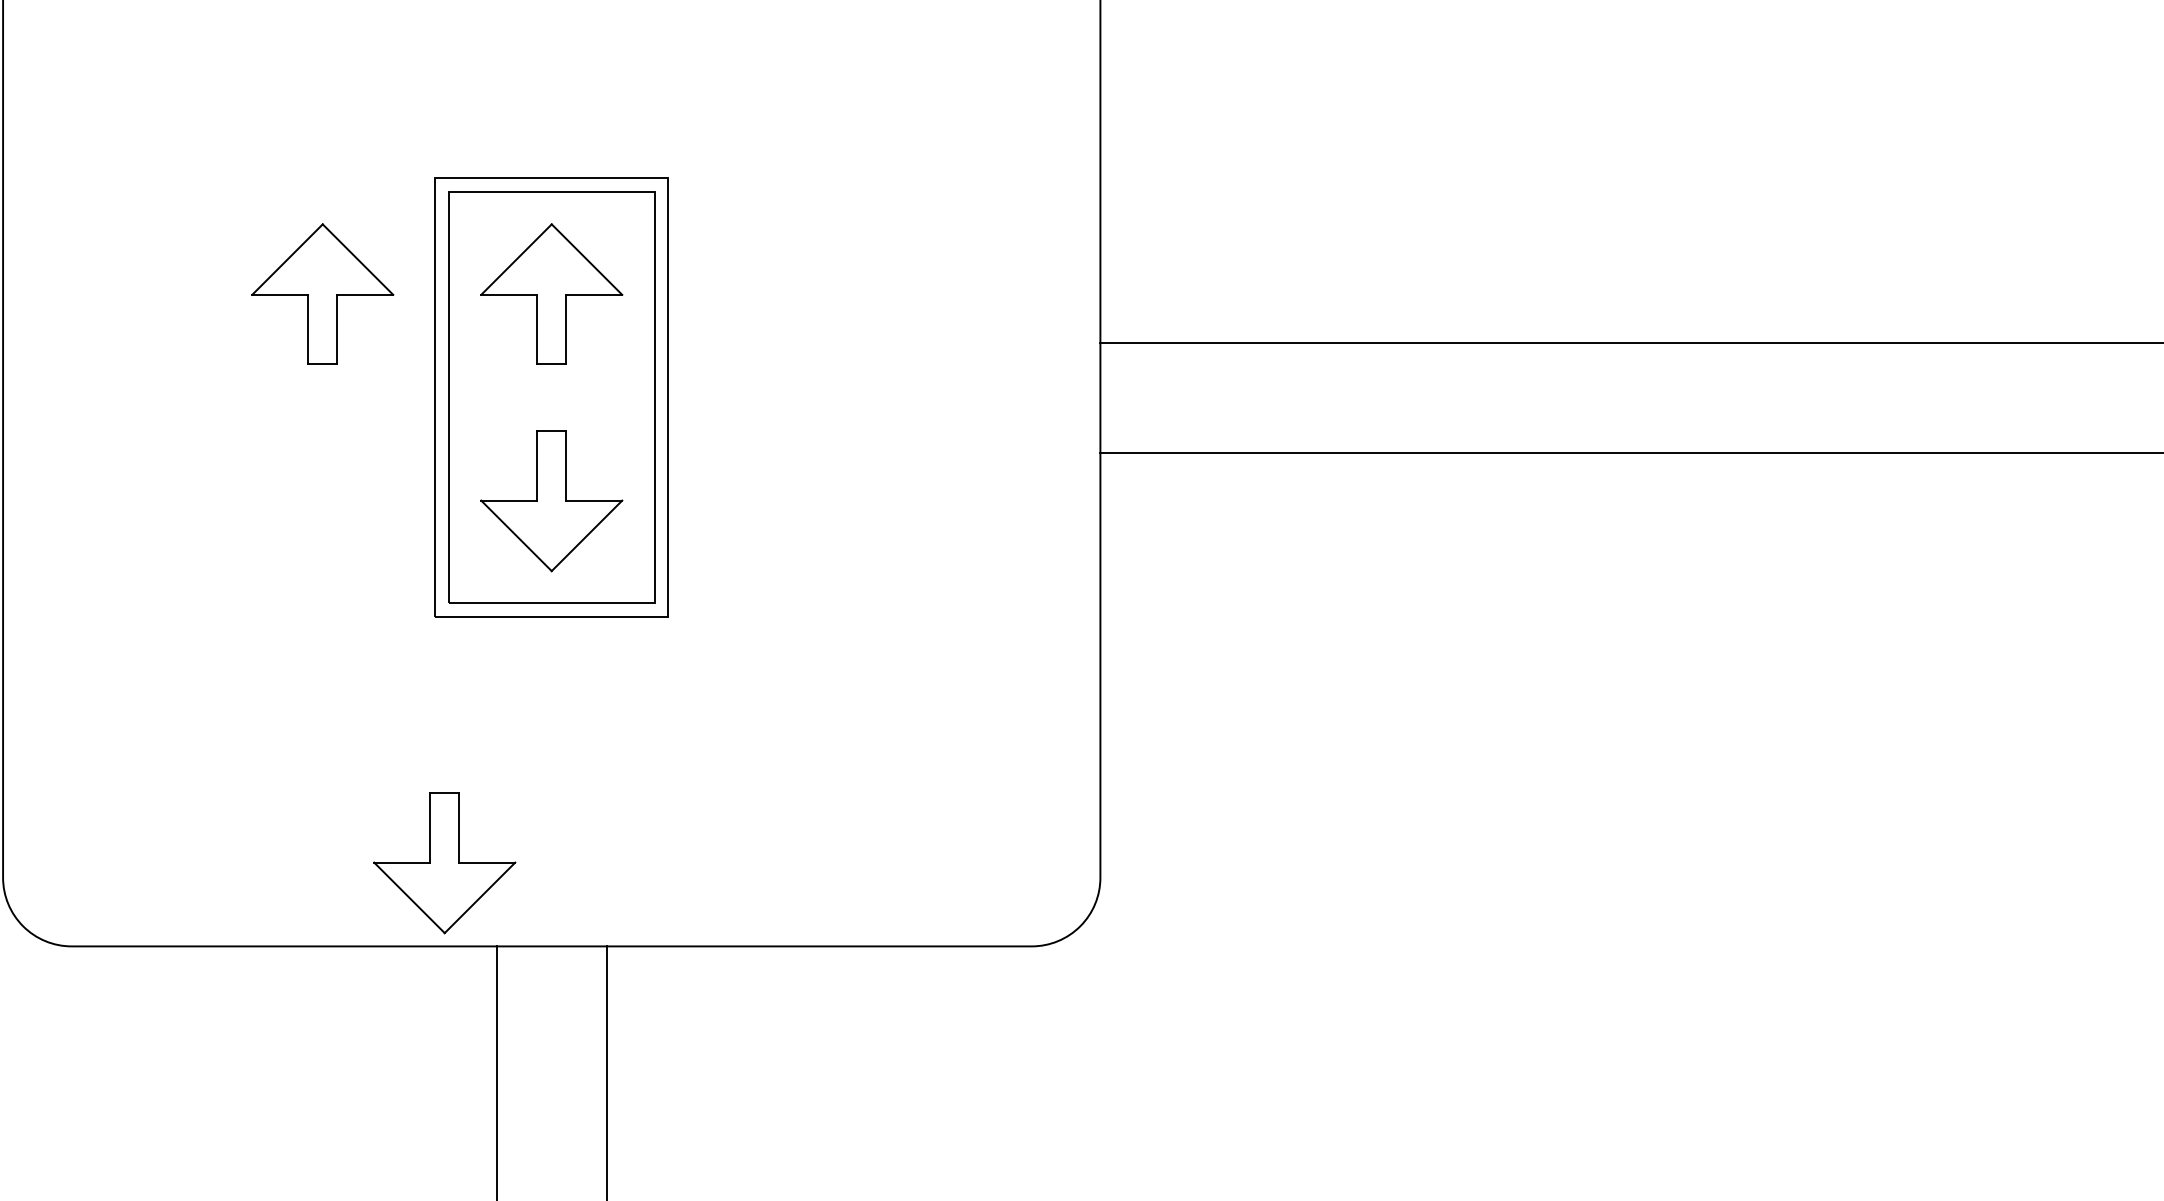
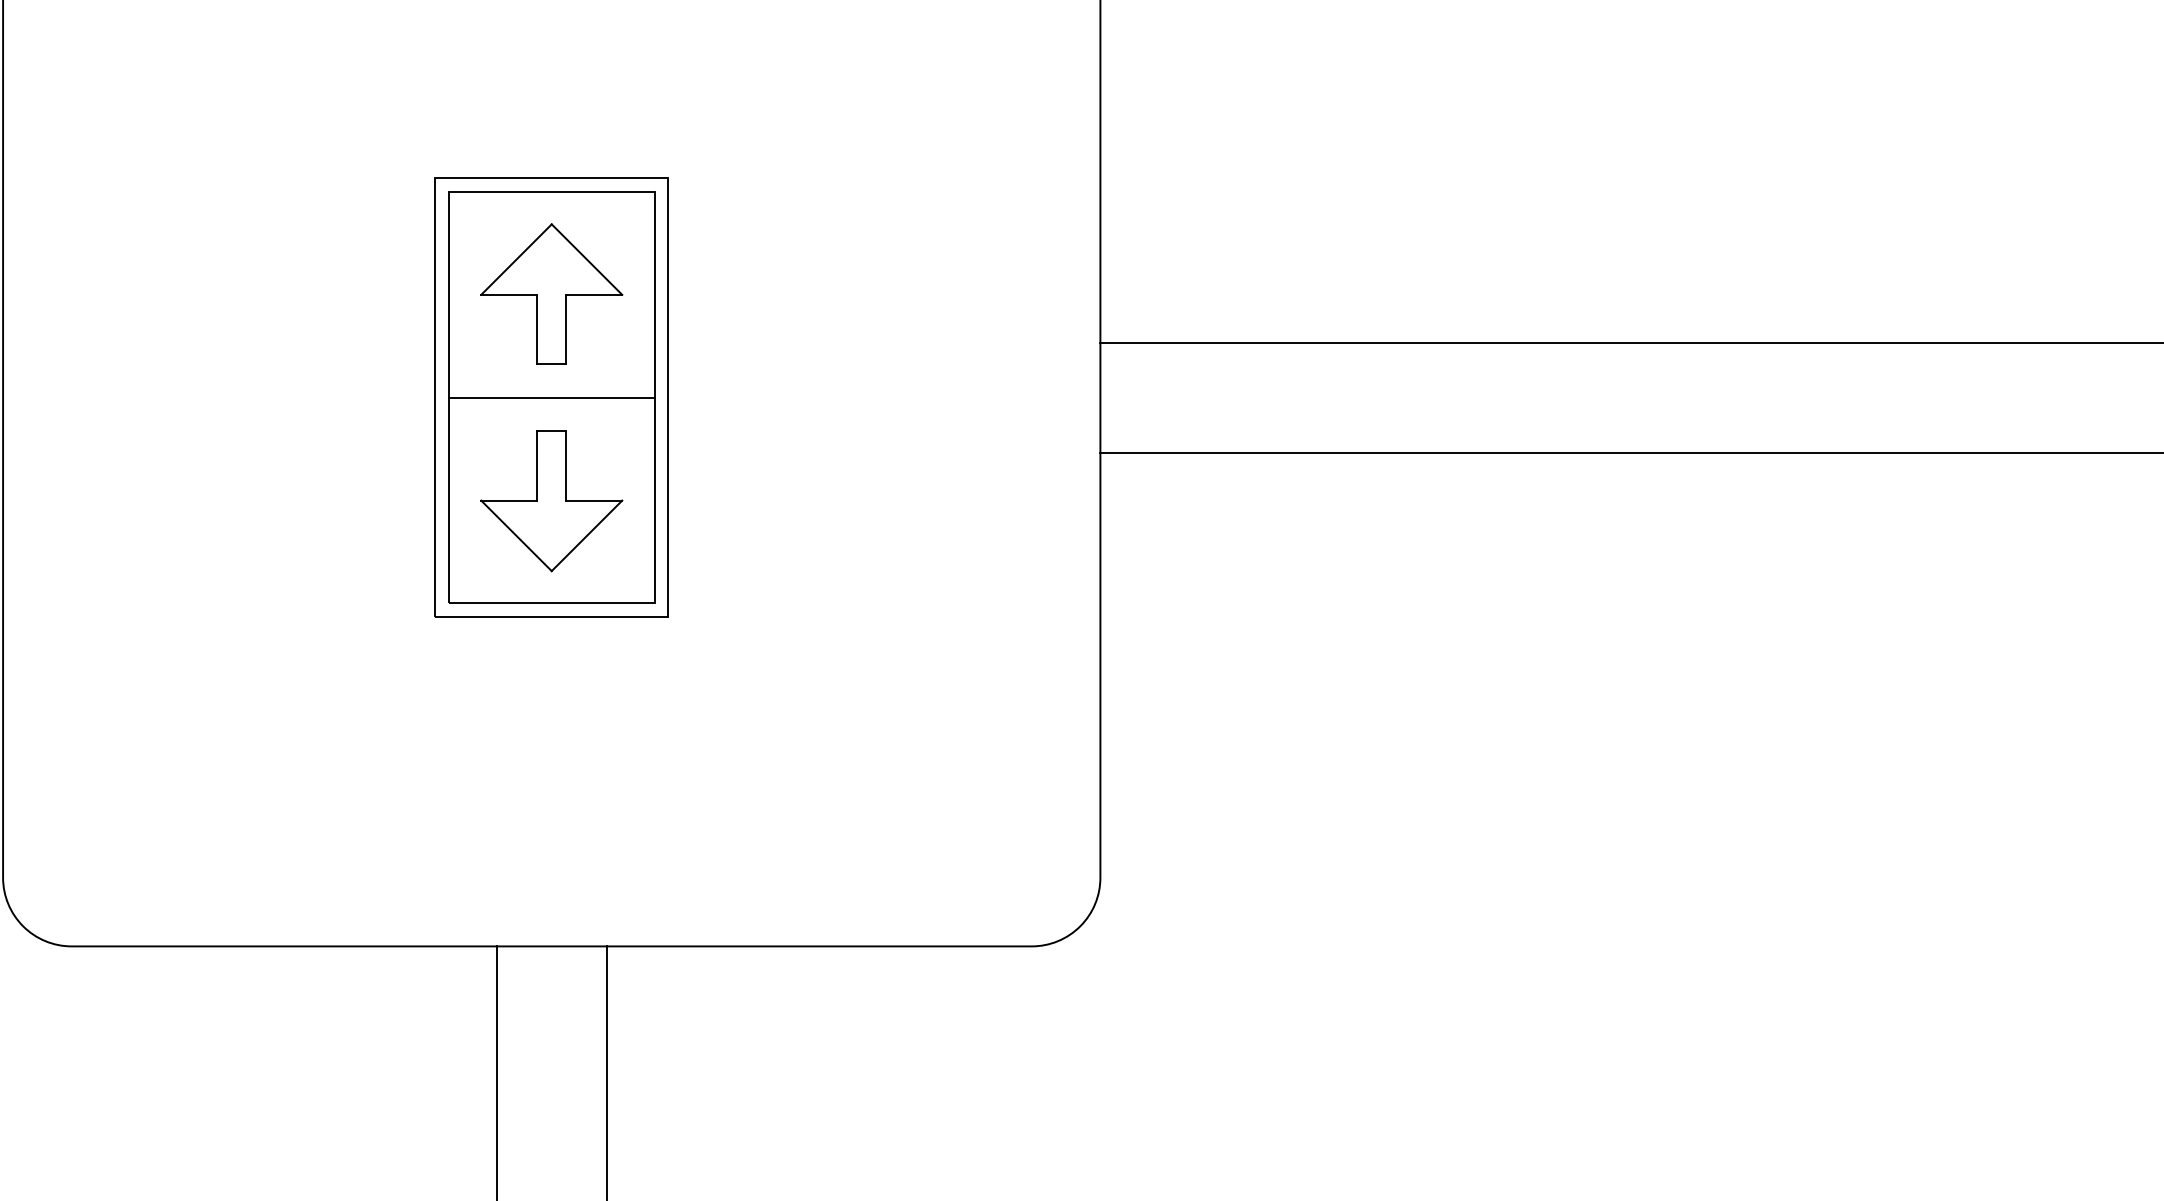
part at (322, 293): present -> none
line at (551, 397): none -> present
part at (444, 863): present -> none
